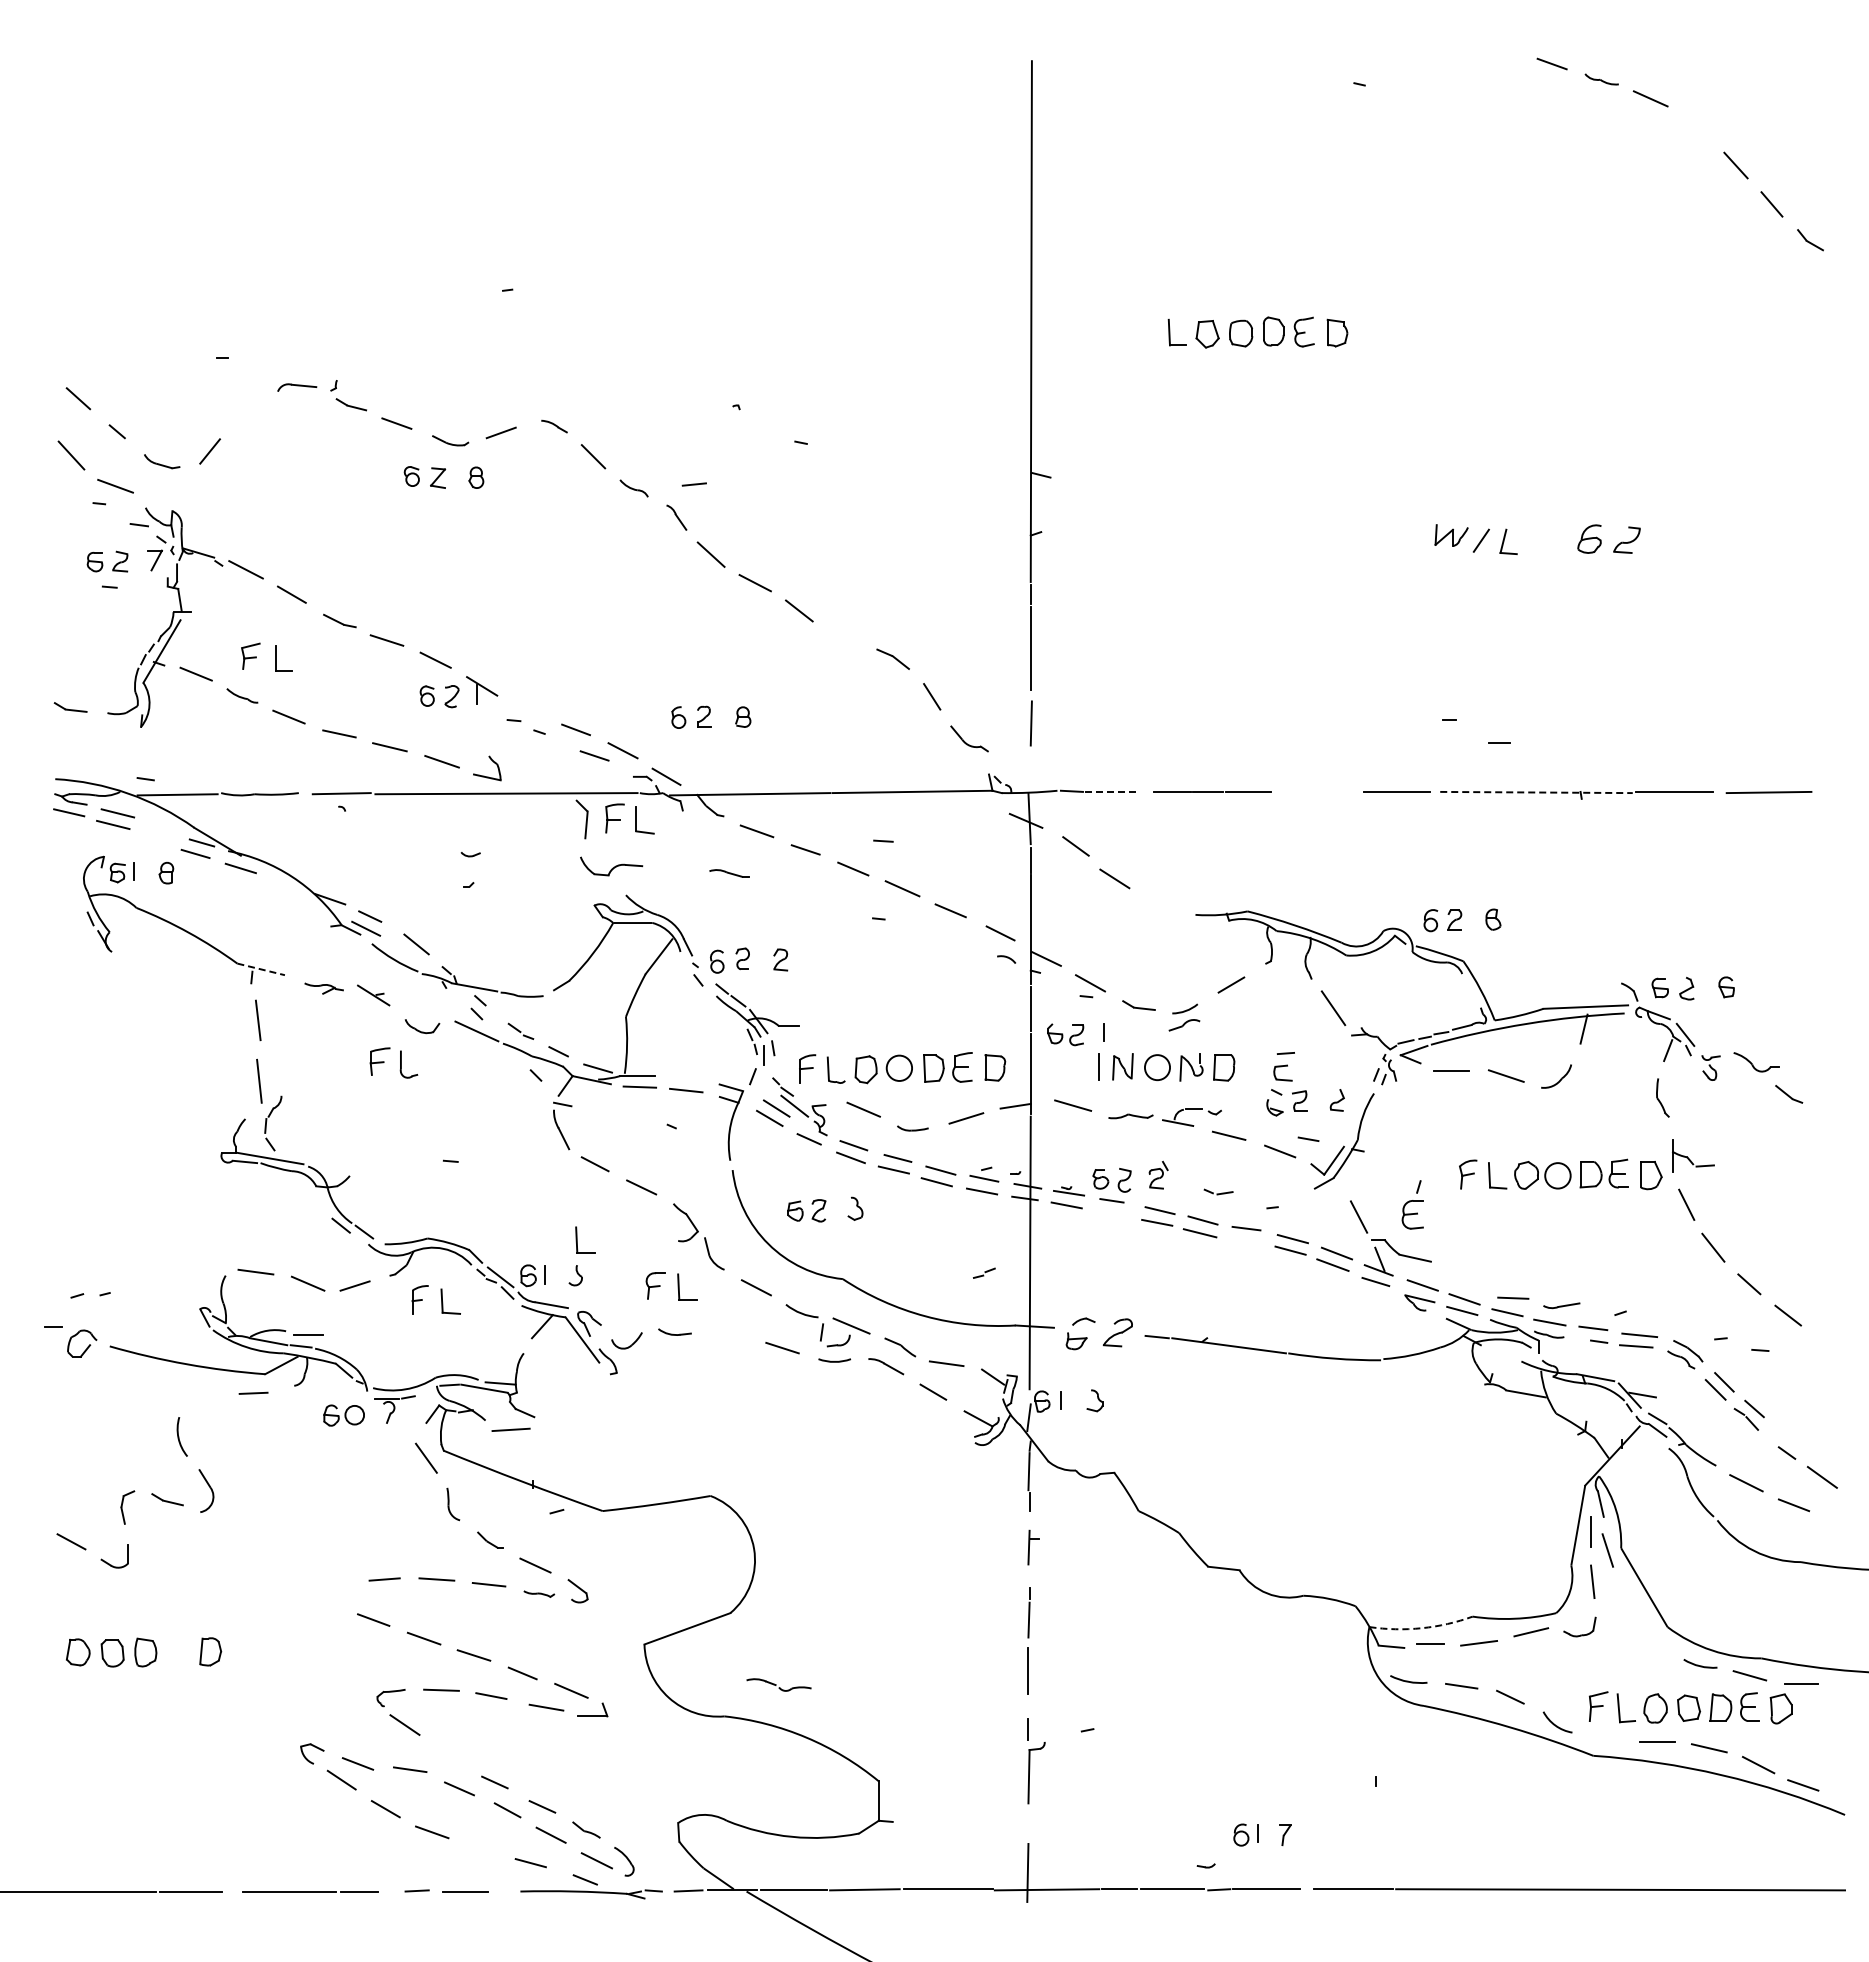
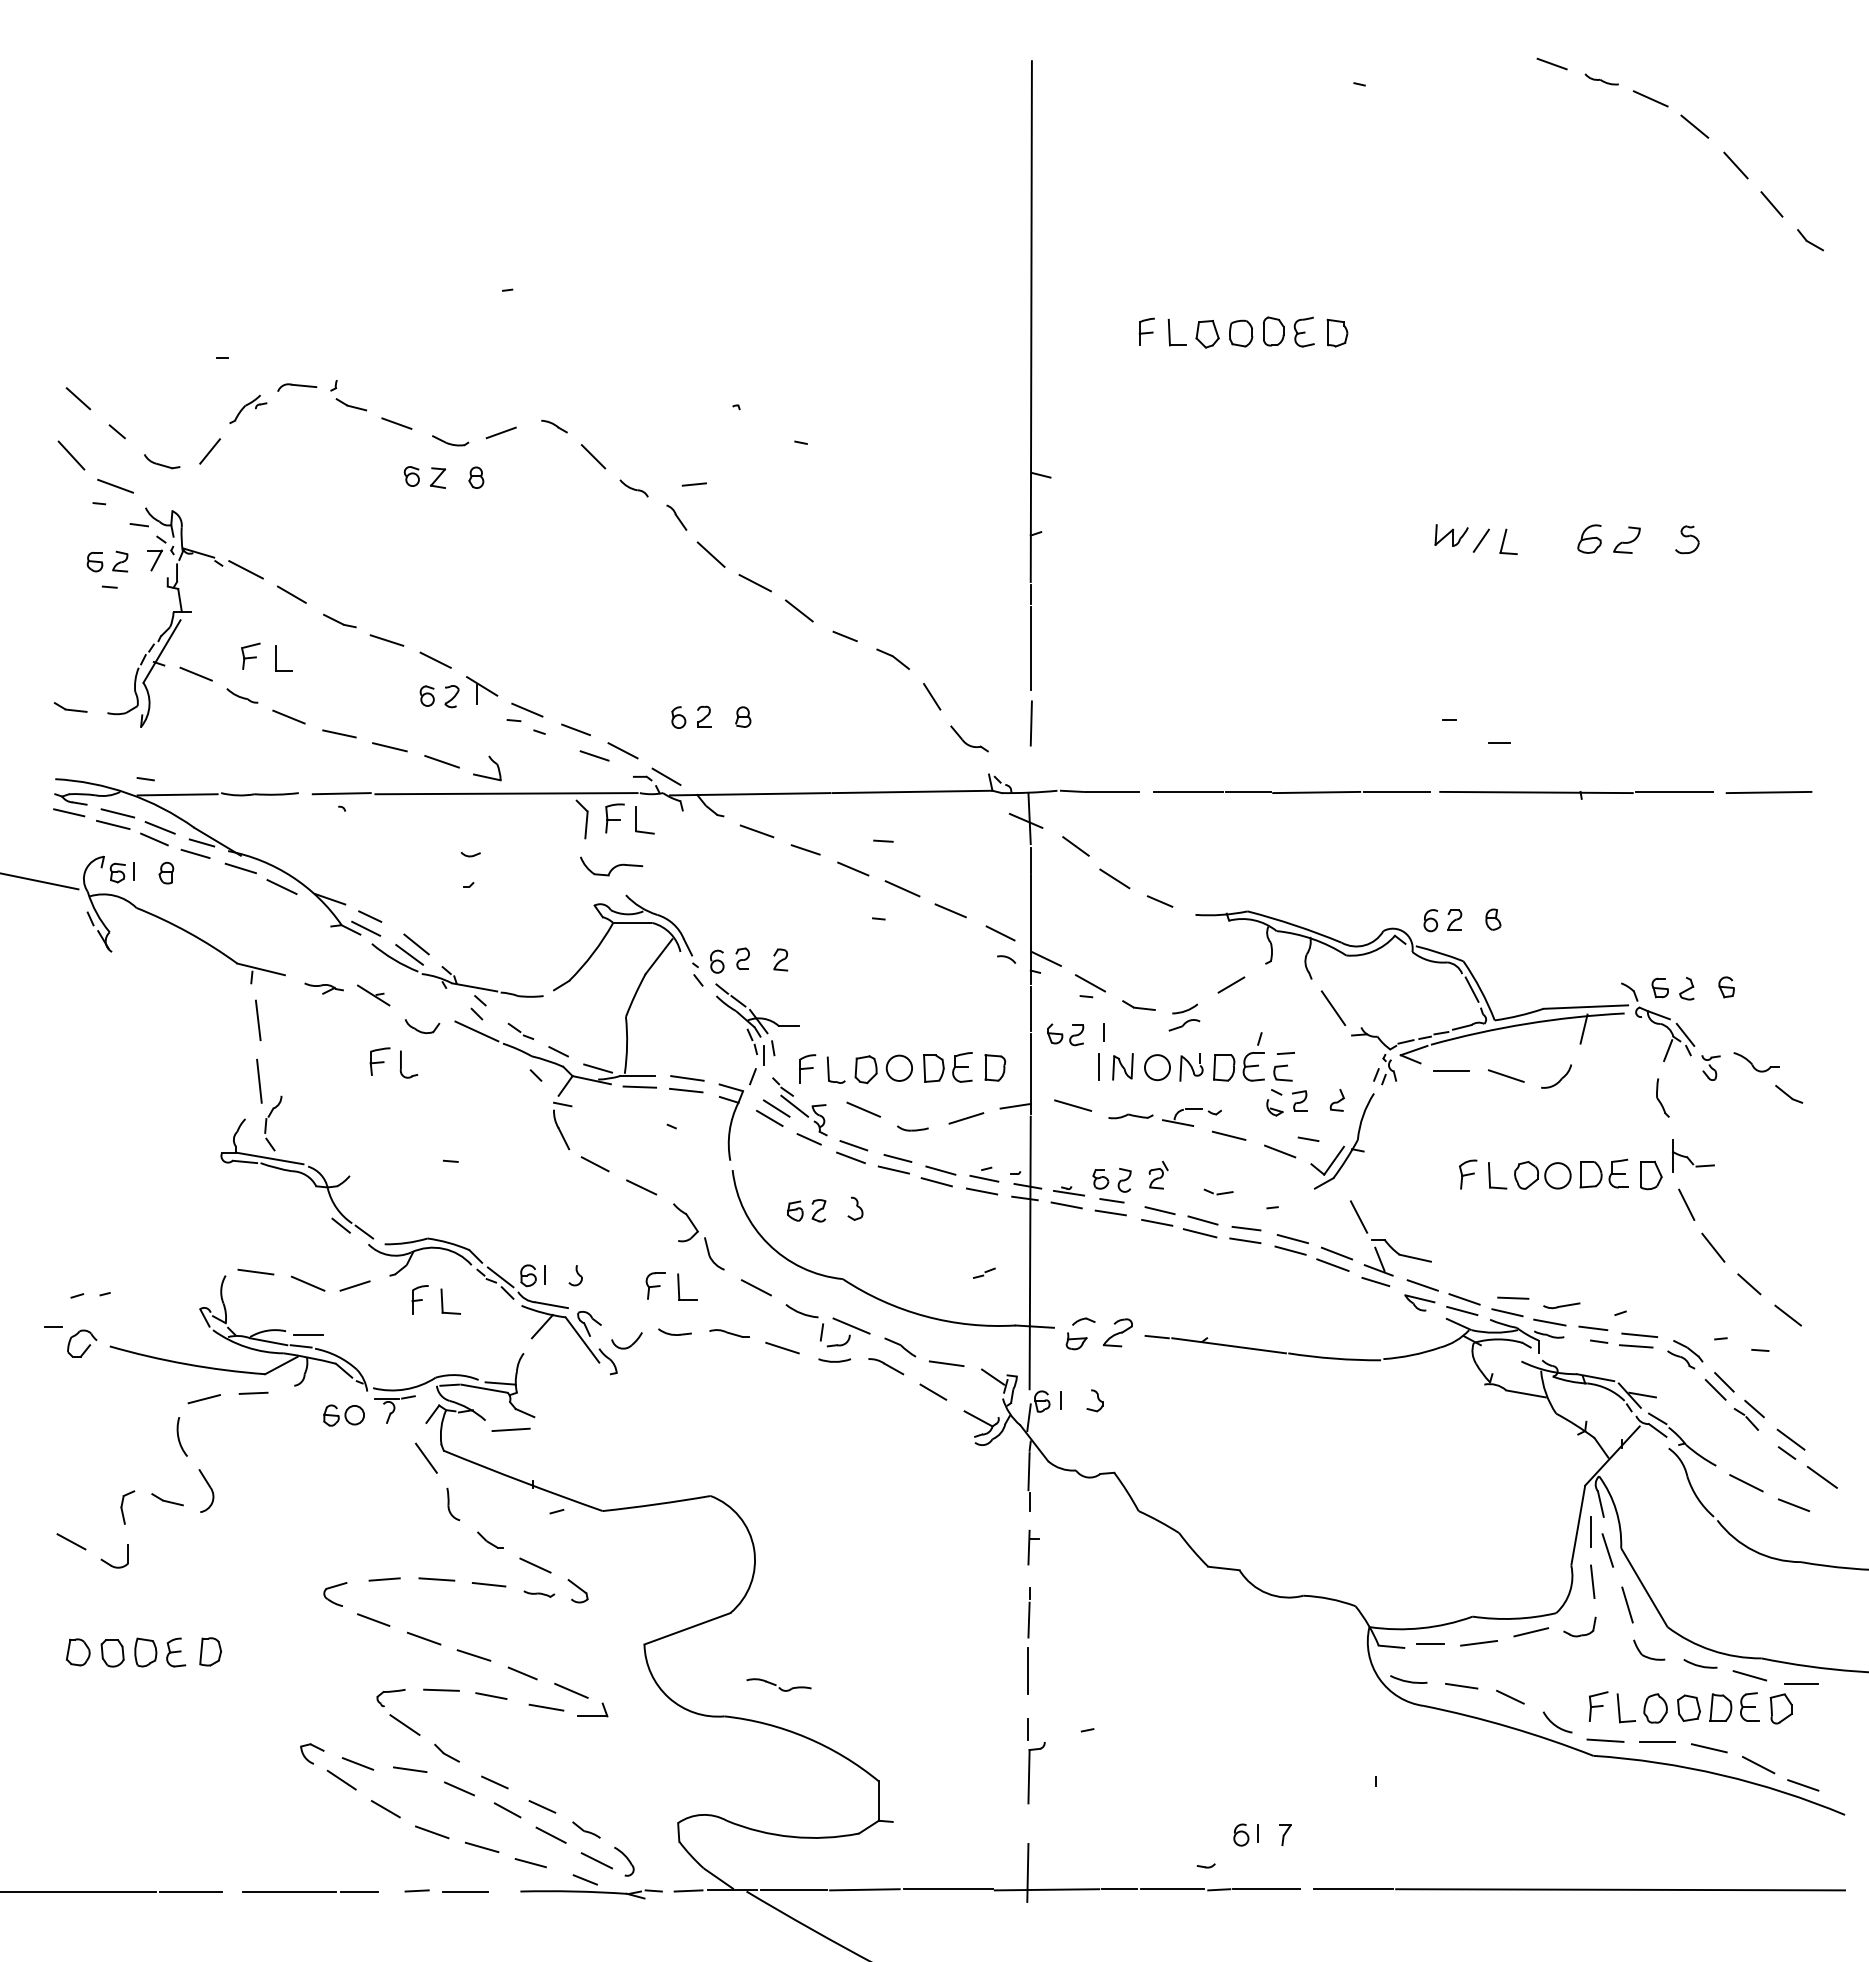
line at (1694, 126): none -> present
part at (1146, 331): none -> present
part at (248, 409): none -> present
part at (1687, 539): none -> present
line at (844, 636): none -> present
line at (527, 709): none -> present
line at (1111, 791): dashed -> solid
line at (1316, 792): none -> present
line at (1536, 792): dashed -> solid
line at (159, 827): none -> present
line at (154, 839): none -> present
part at (729, 873) position: (729, 873) -> (729, 1333)
line at (40, 881): none -> present
line at (281, 887): none -> present
line at (1159, 901): none -> present
line at (409, 954): none -> present
line at (261, 969): dashed -> solid
line at (1471, 989): none -> present
line at (687, 1078): none -> present
part at (1412, 1204) position: (1412, 1204) -> (1253, 1056)
line at (1110, 1212): none -> present
part at (577, 1239): present -> none
line at (1245, 1240): none -> present
line at (203, 1399): none -> present
line at (1790, 1439): none -> present
part at (335, 1587): none -> present
line at (1627, 1604): none -> present
arc at (1421, 1628): dashed -> solid
part at (176, 1652): none -> present
part at (1648, 1656): none -> present
line at (1605, 1740): none -> present
part at (446, 1752): none -> present
line at (481, 1847): none -> present
